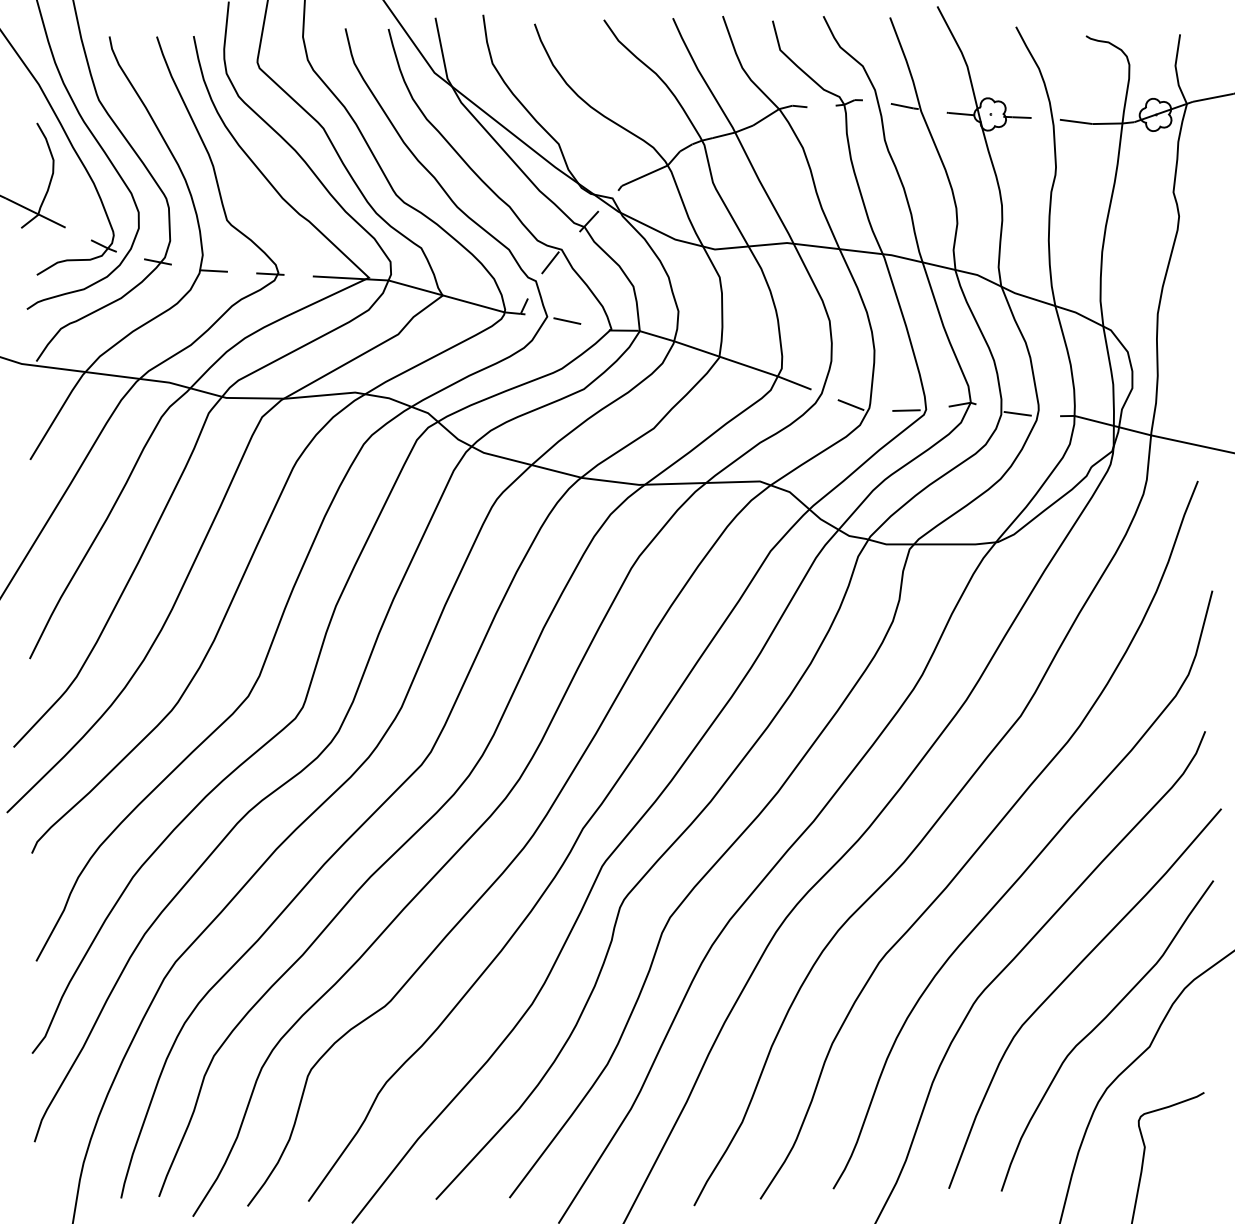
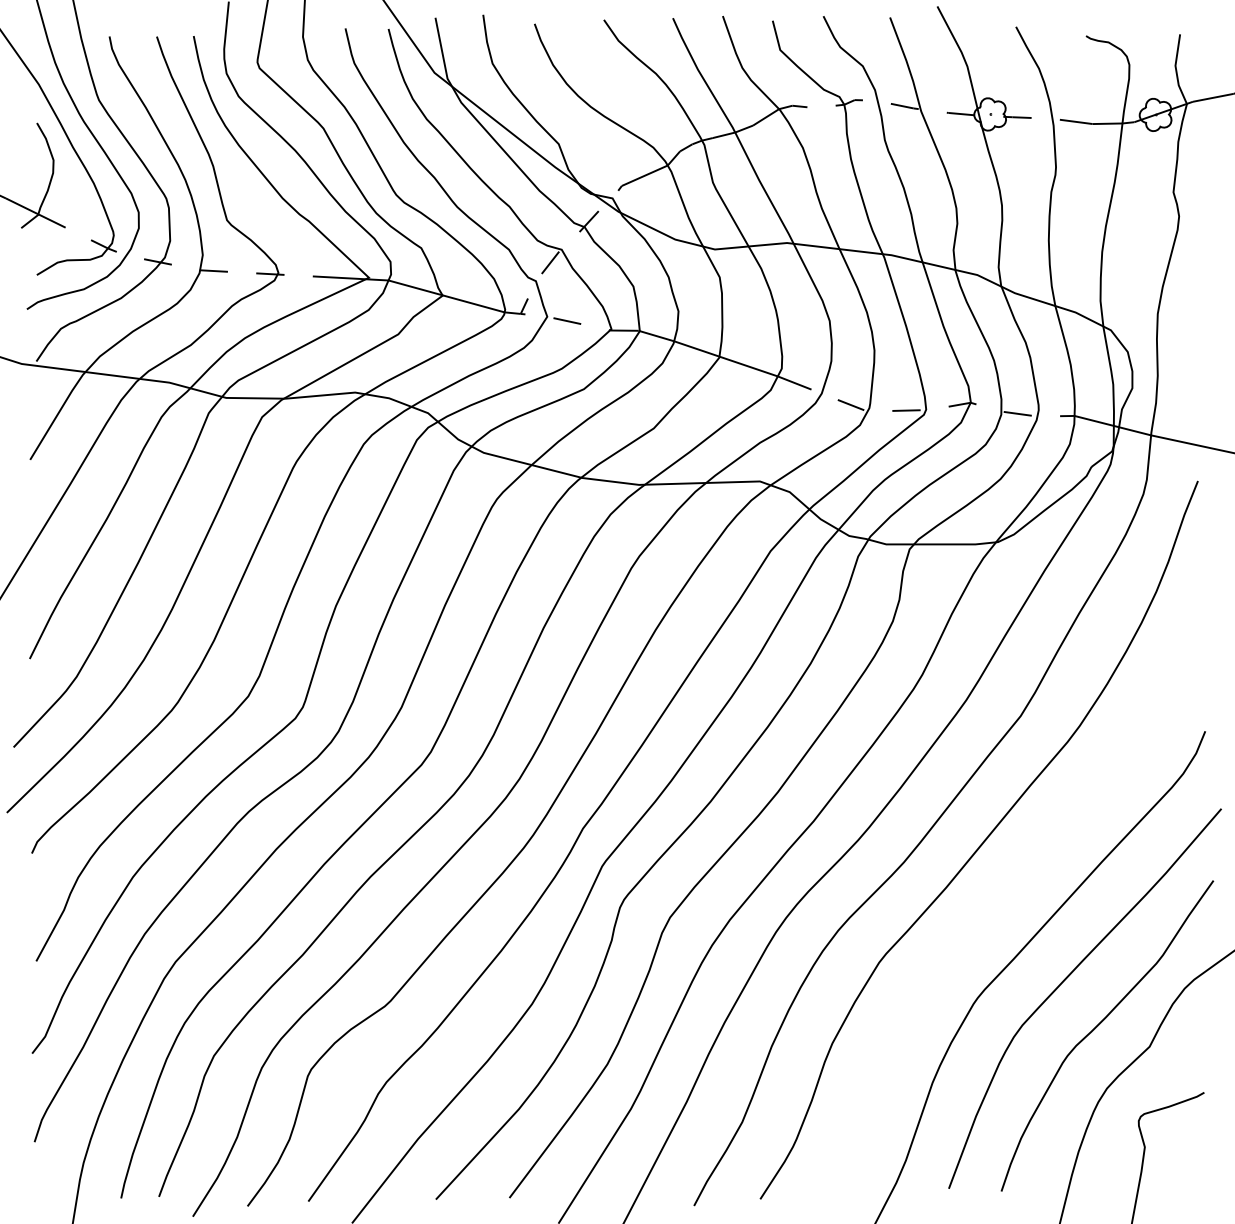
curve at (1016, 882): present -> none
